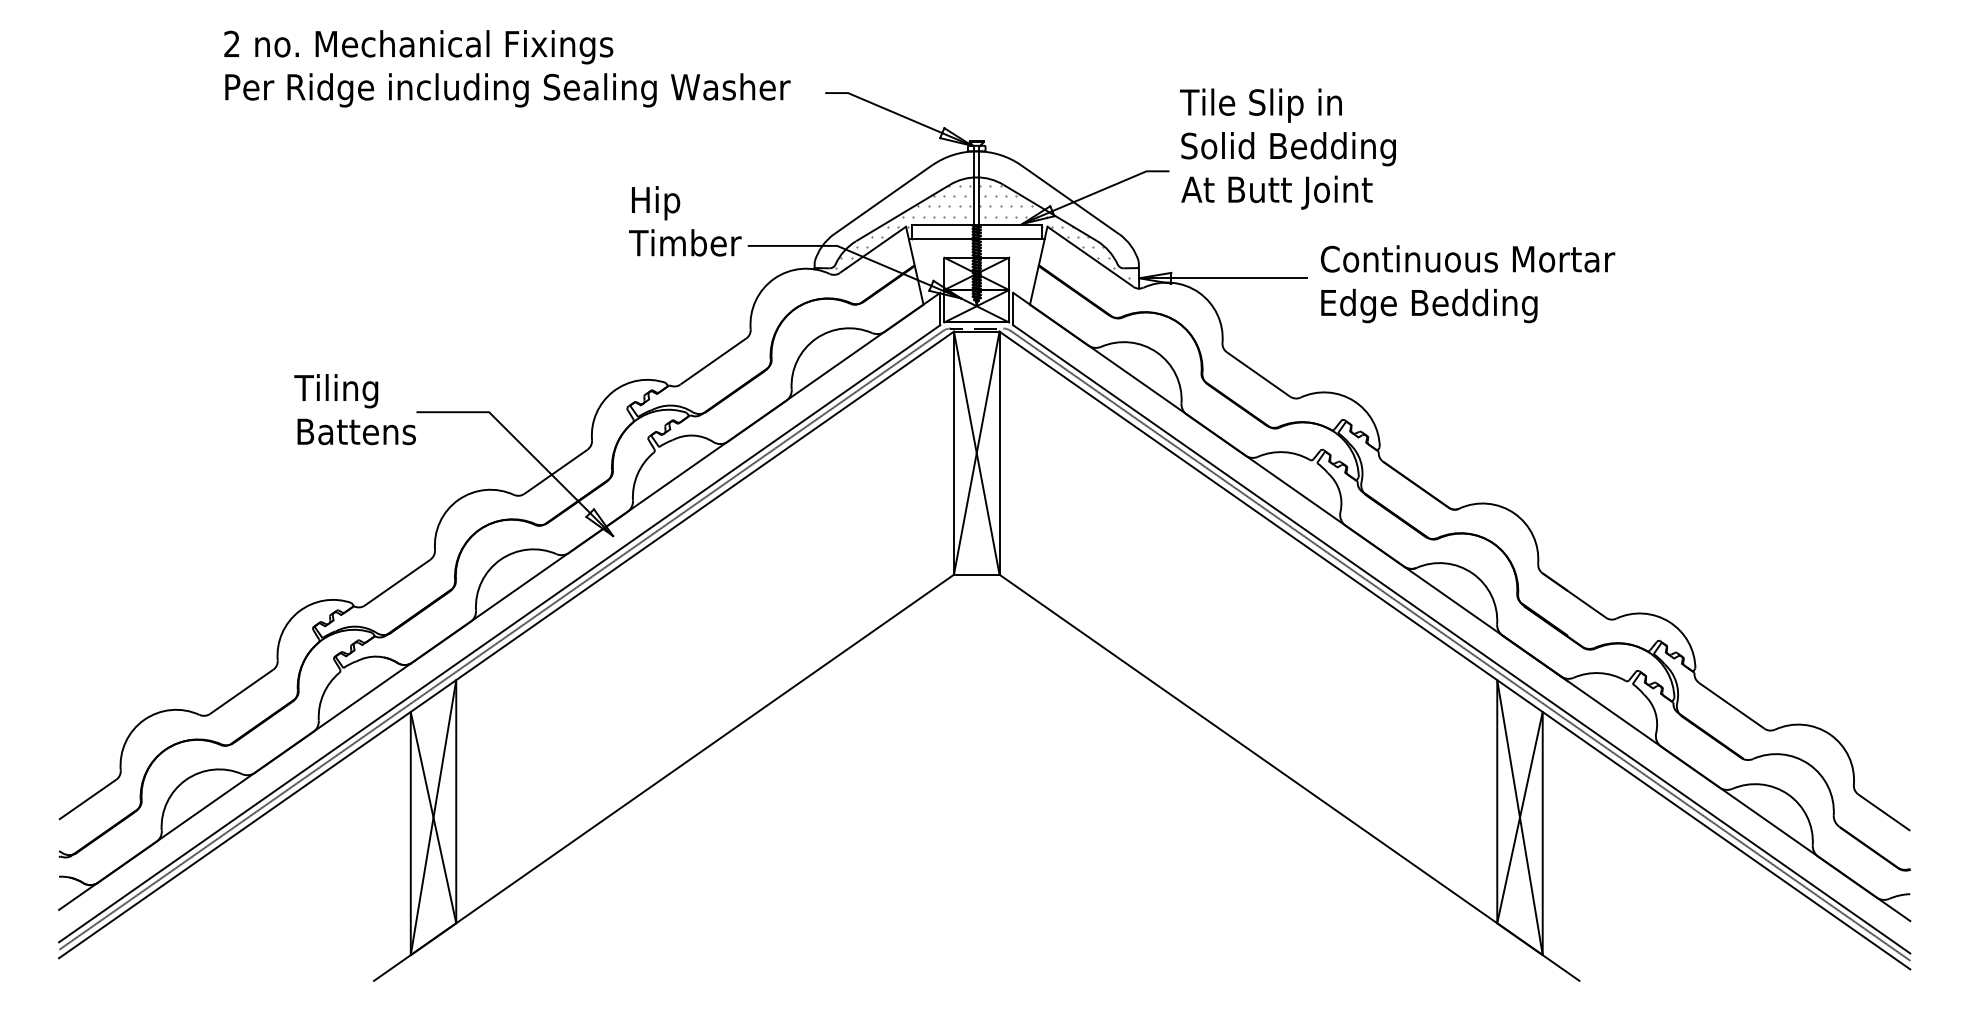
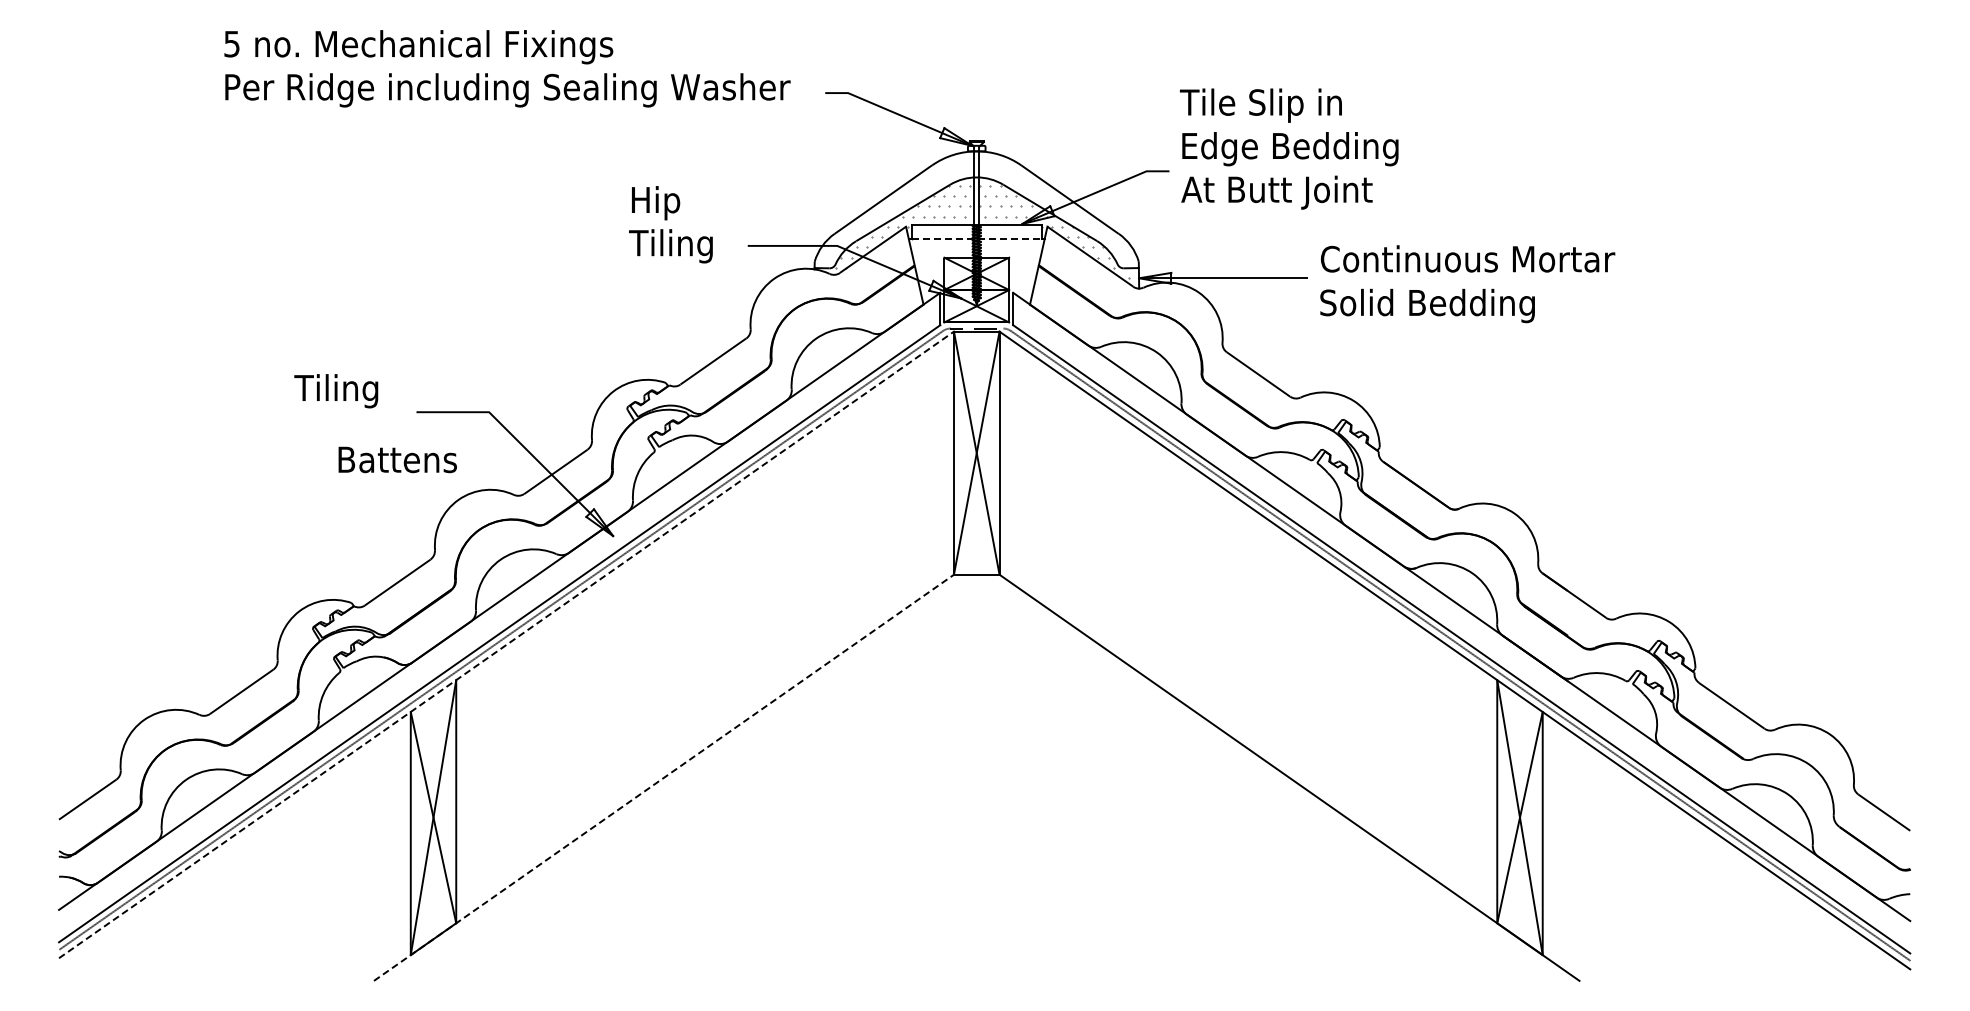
text at (231, 43): 2 -> 5
text at (1289, 149): Solid Bedding -> Edge Bedding
line at (976, 238): solid -> dashed
text at (700, 246): Timber -> Tiling
text at (1428, 305): Edge Bedding -> Solid Bedding
text at (356, 431) position: (356, 431) -> (397, 459)
line at (506, 644): solid -> dashed
line at (664, 777): solid -> dashed
